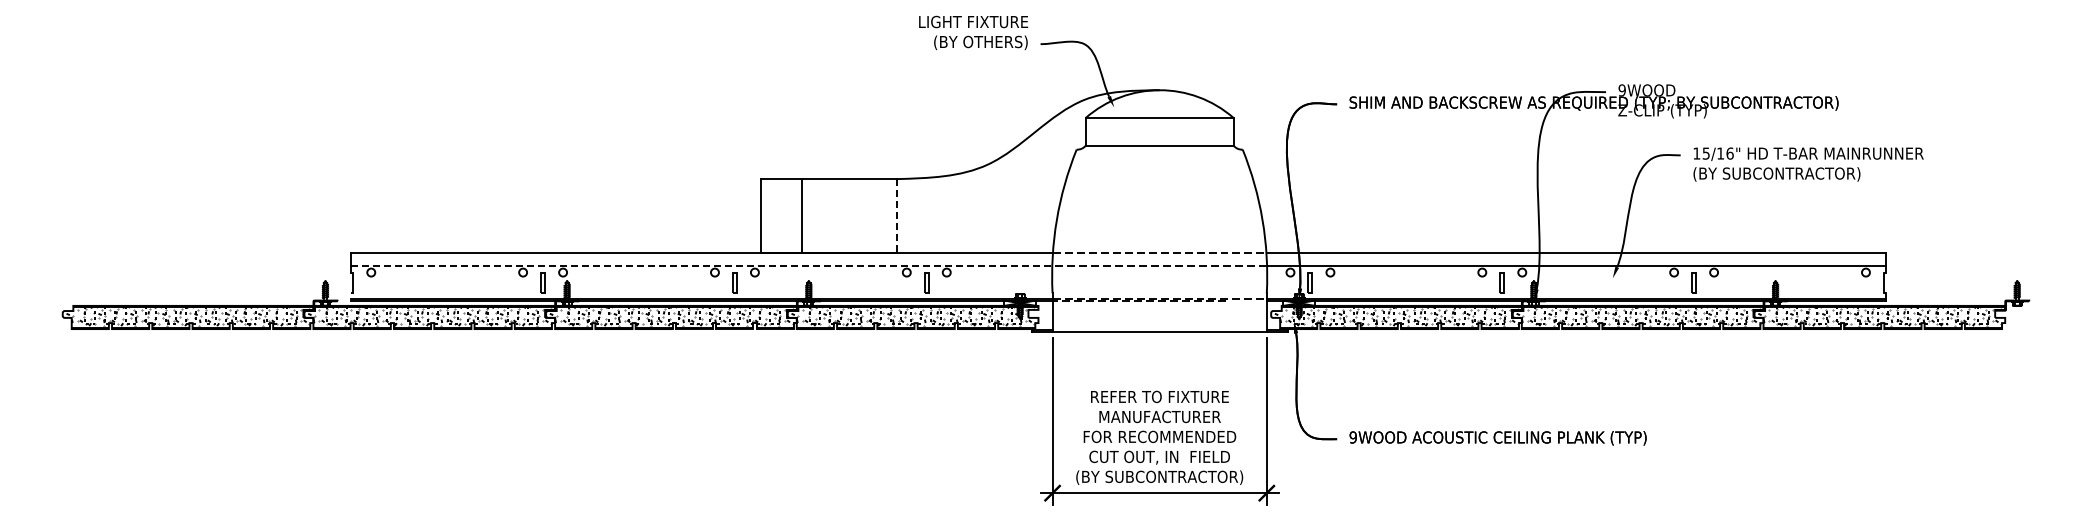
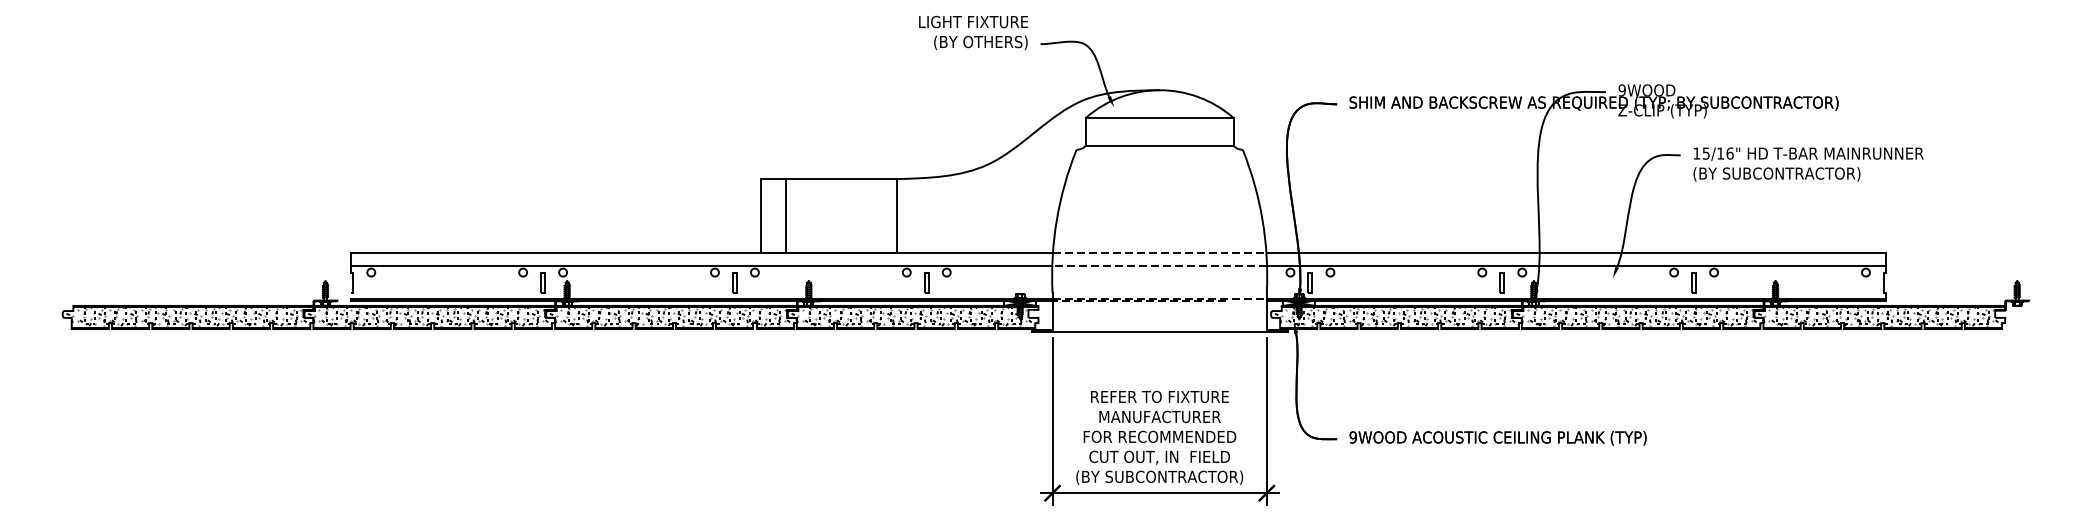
line at (802, 215) position: (802, 215) -> (786, 215)
line at (896, 216): dashed -> solid
line at (702, 265): dashed -> solid
